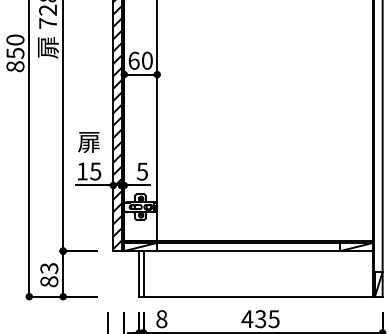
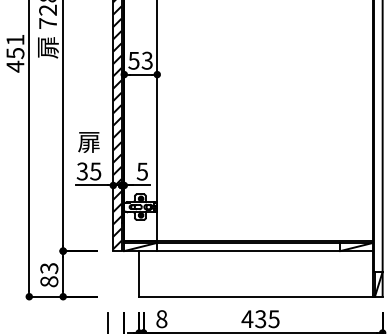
text at (15, 53): 850 -> 451
text at (140, 60): 60 -> 53
text at (81, 171): 15 -> 35
line at (143, 273): present -> none
